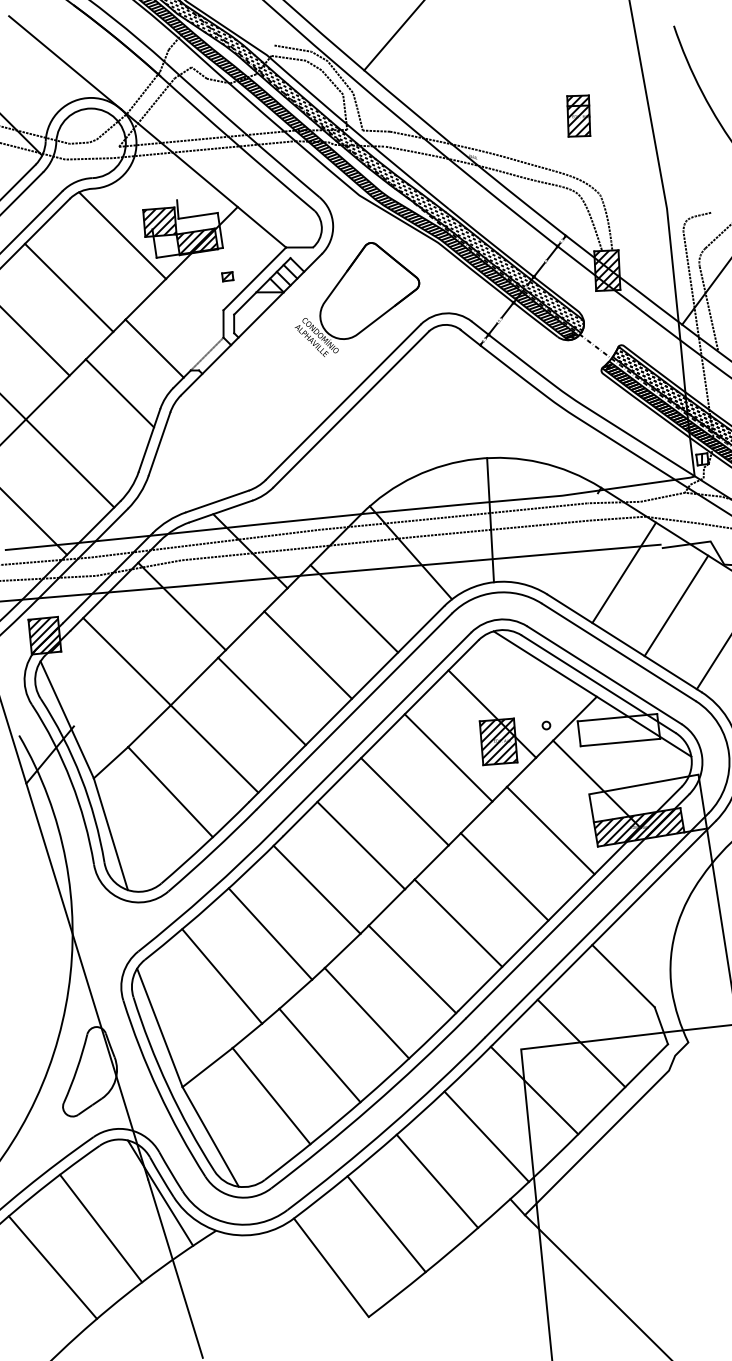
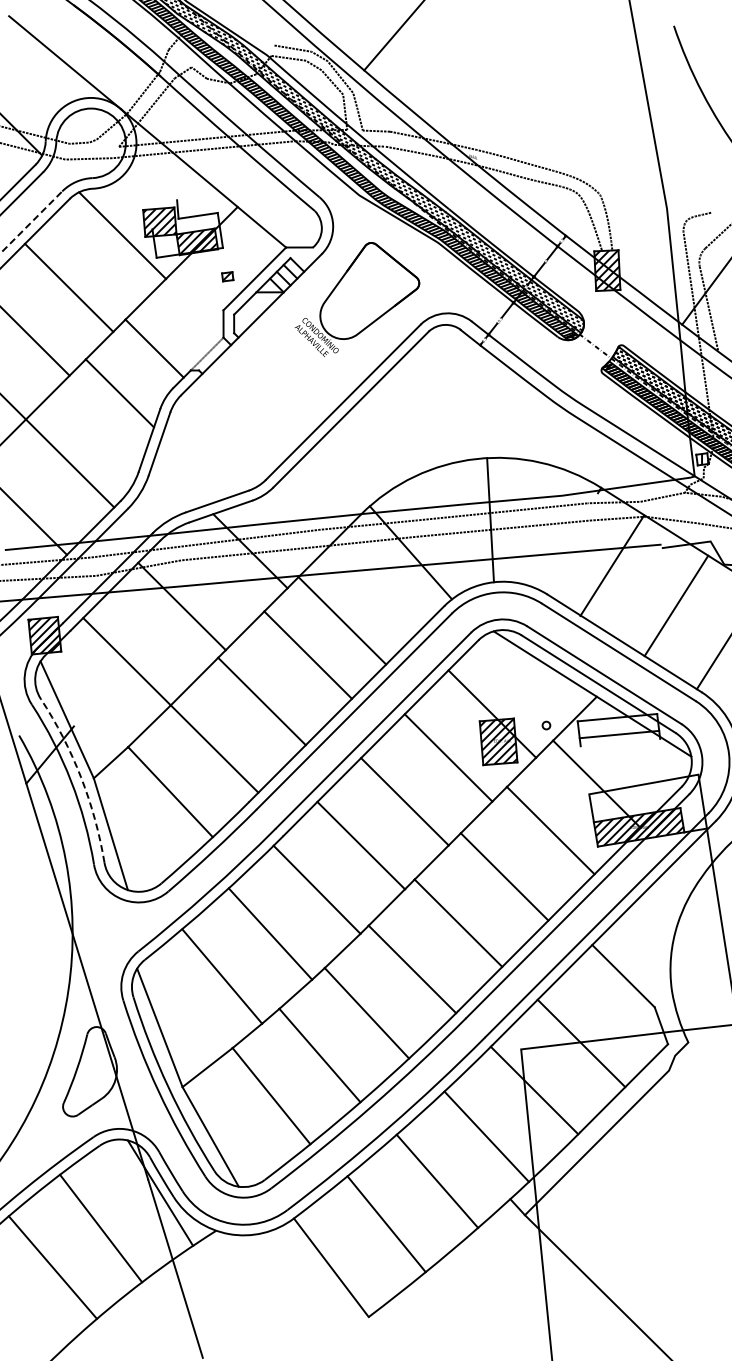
part at (578, 115): present -> none
line at (31, 222): solid -> dashed
line at (624, 572) position: (624, 572) -> (612, 565)
line at (354, 608) position: (354, 608) -> (342, 620)
line at (620, 742) position: (620, 742) -> (619, 734)
arc at (81, 777): solid -> dashed
